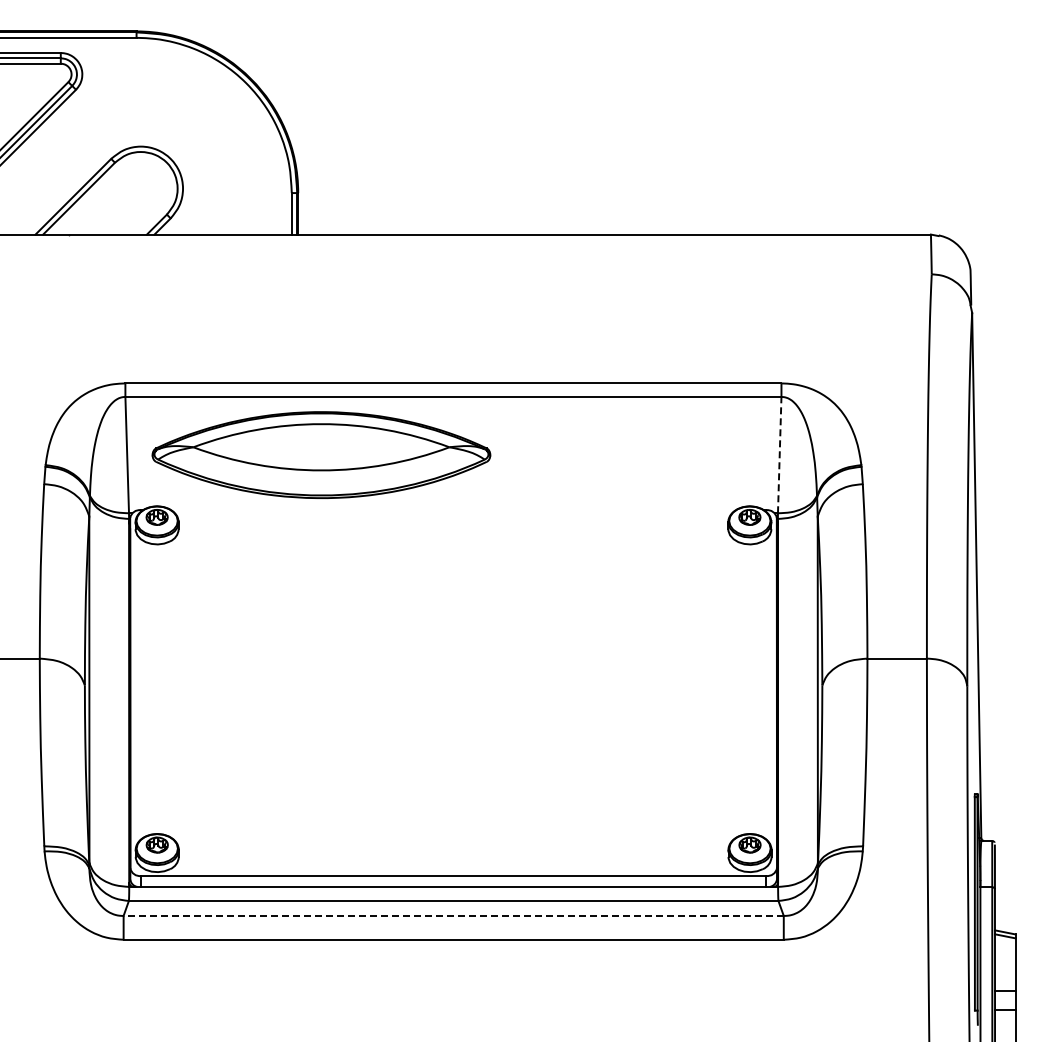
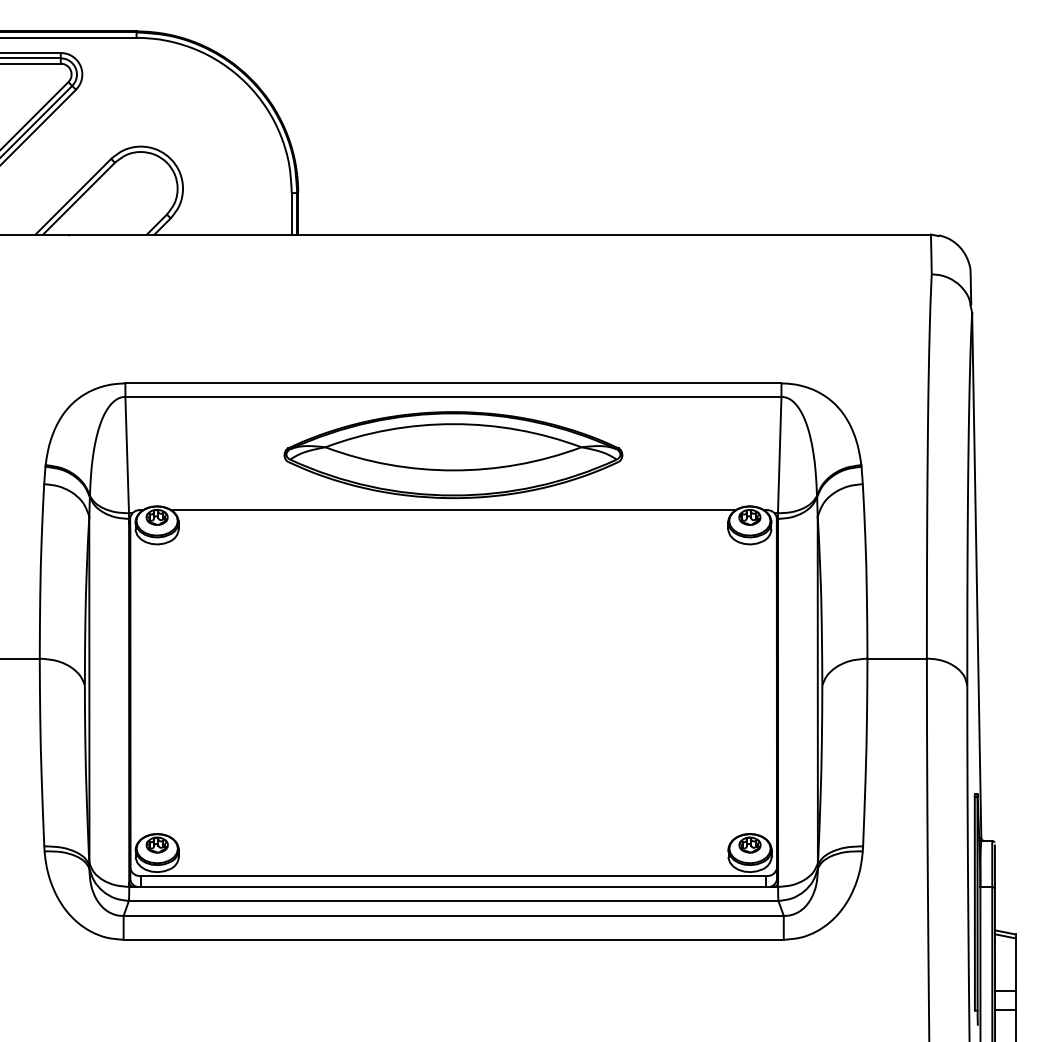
part at (321, 454) position: (321, 454) -> (453, 454)
line at (779, 454): dashed -> solid
line at (453, 510): none -> present
line at (453, 915): dashed -> solid
